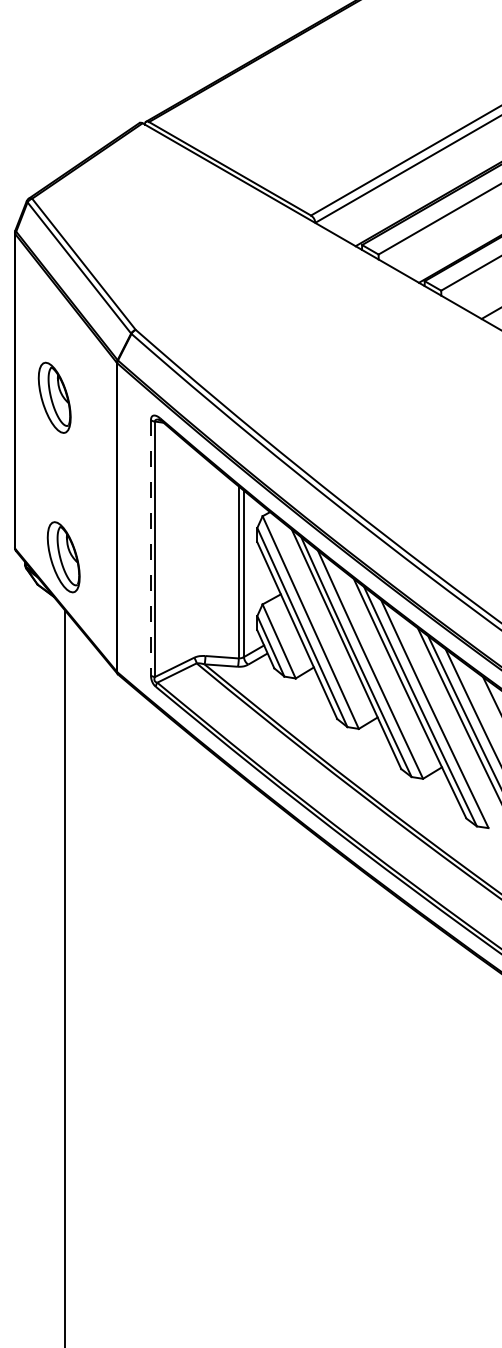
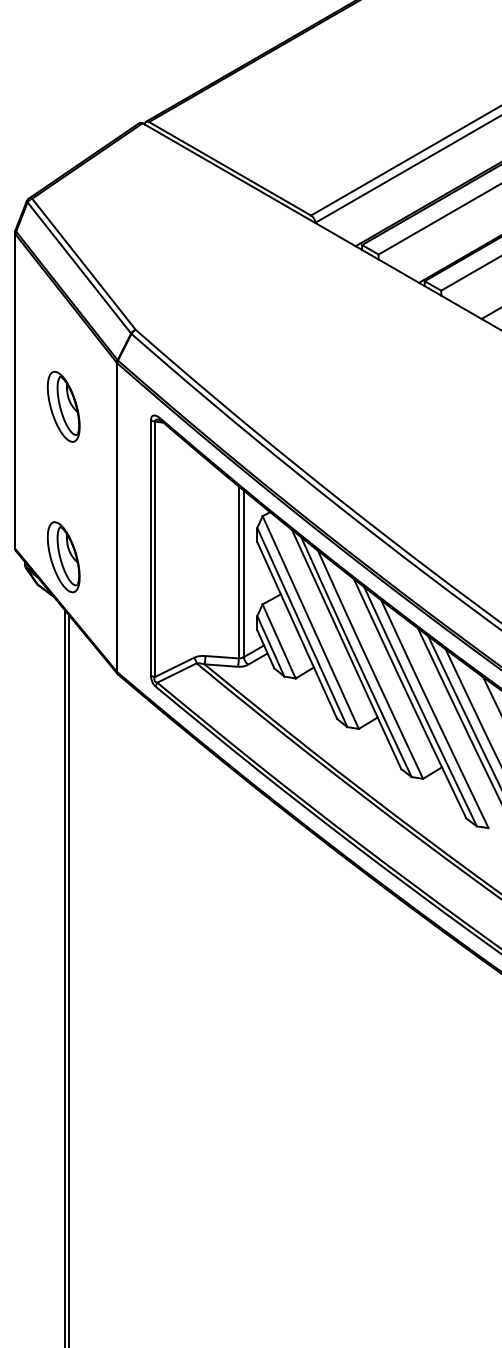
part at (54, 397) position: (54, 397) -> (63, 406)
line at (150, 547): dashed -> solid
line at (69, 979): none -> present
